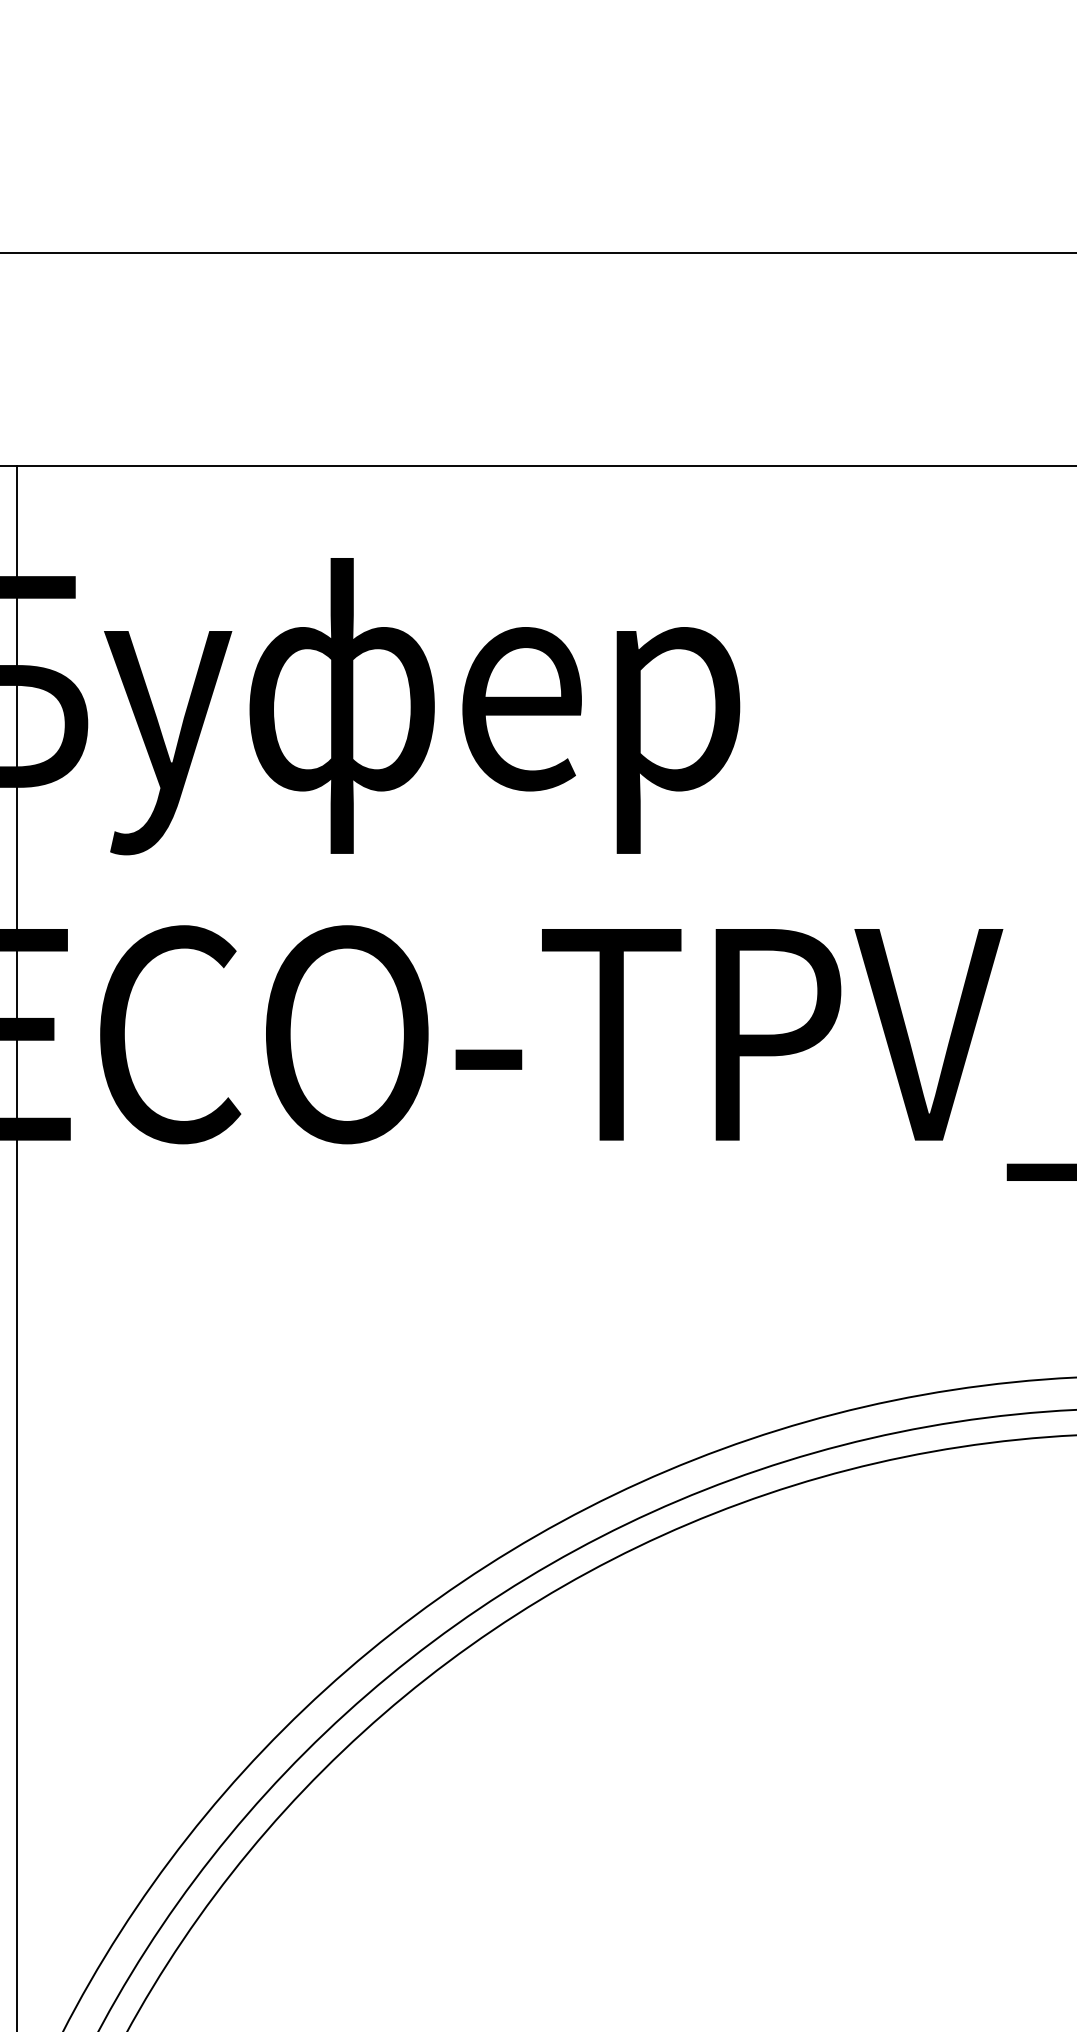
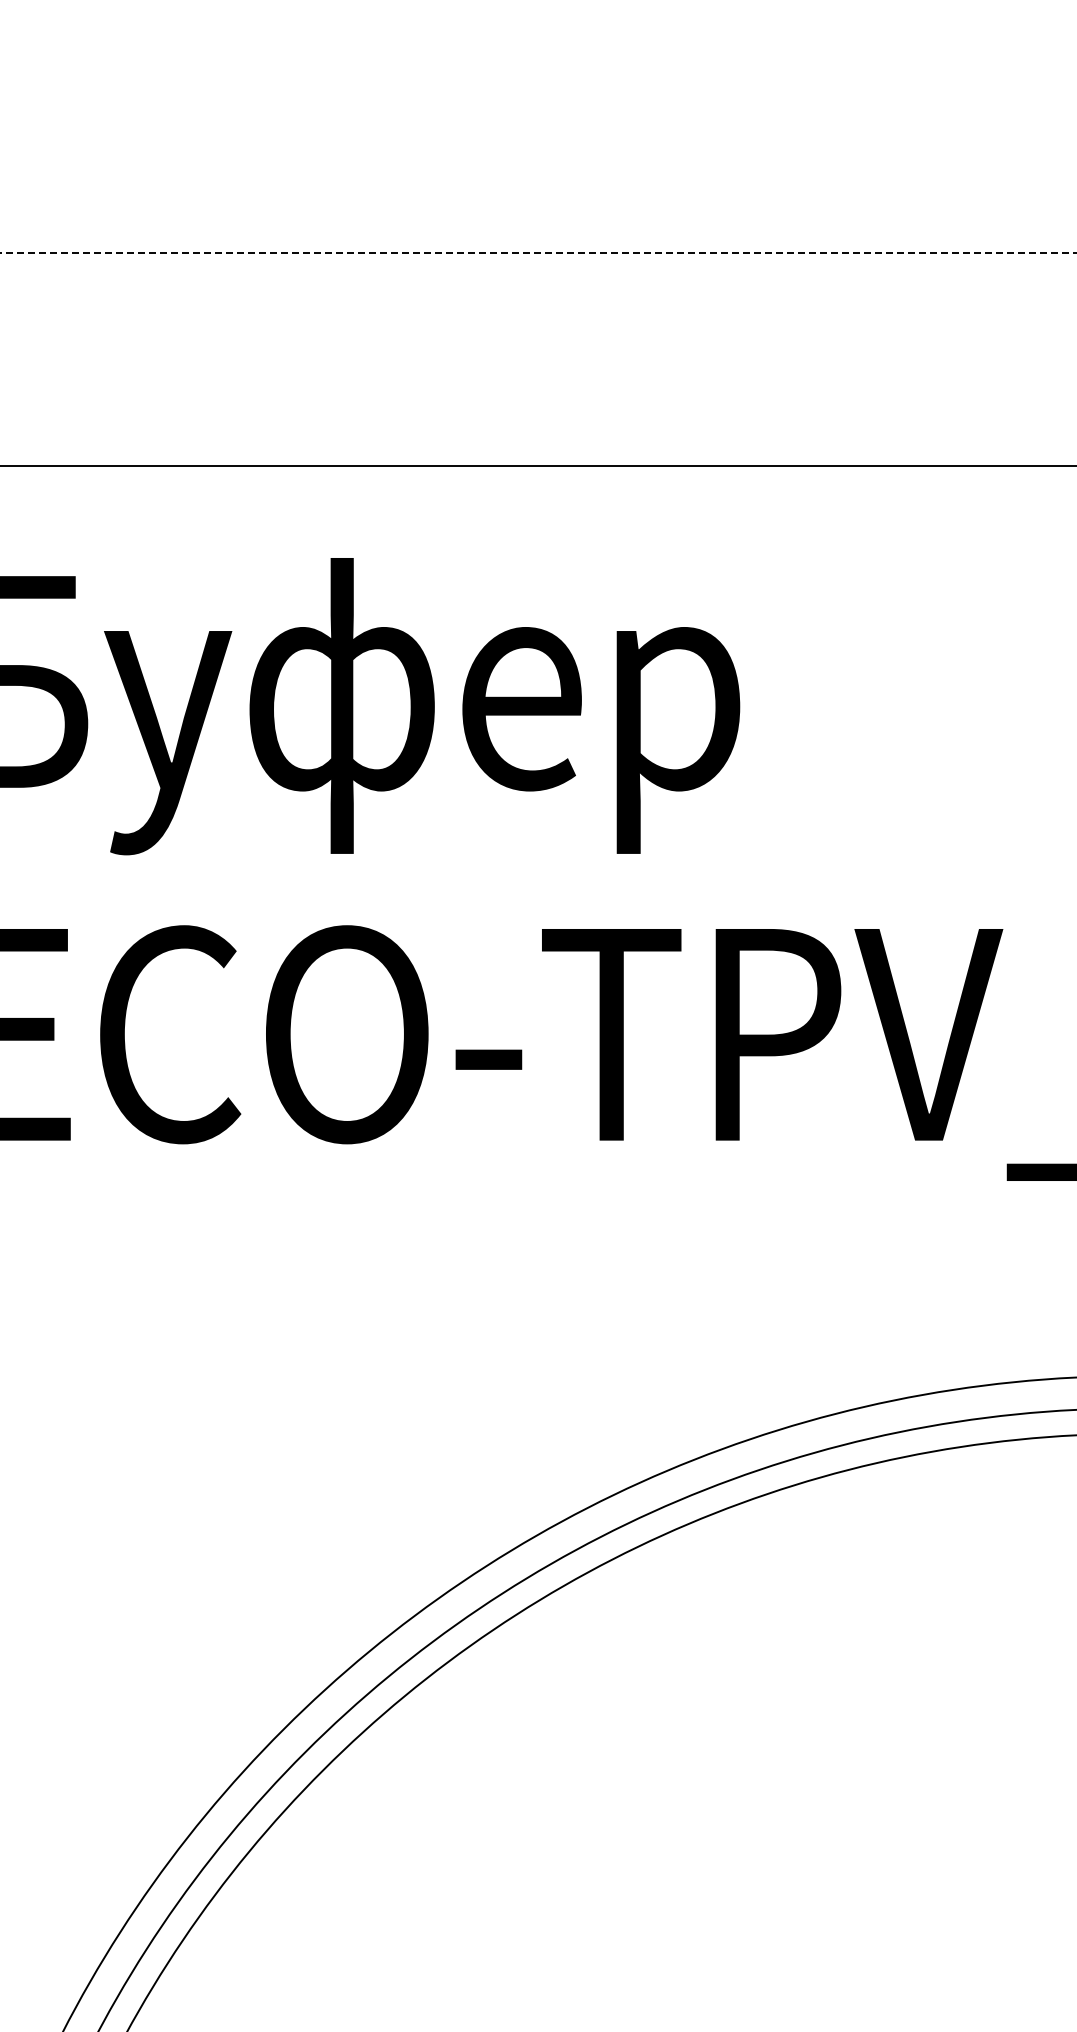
line at (538, 252): solid -> dashed
line at (17, 1246): present -> none
